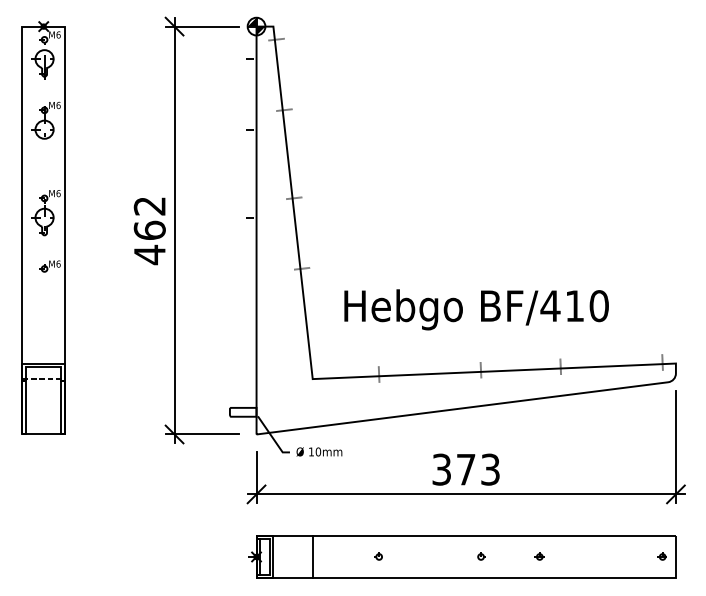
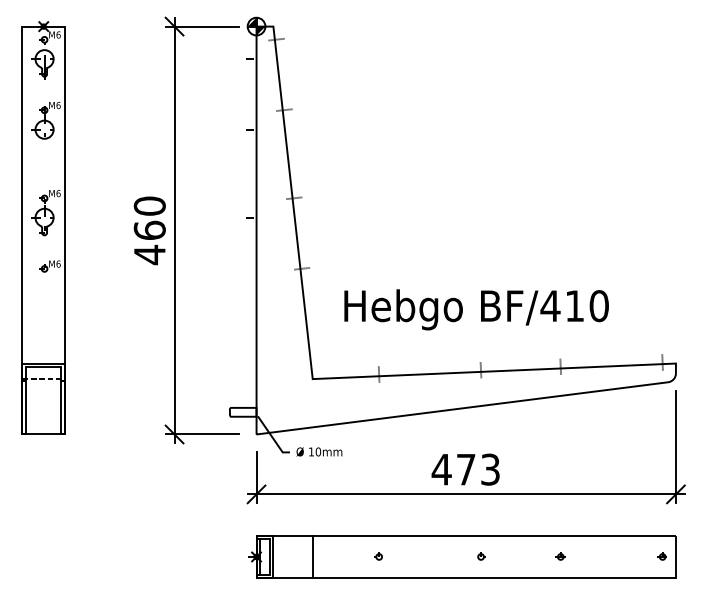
text at (149, 205): 462 -> 460
text at (441, 469): 373 -> 473
part at (539, 556) position: (539, 556) -> (560, 556)
